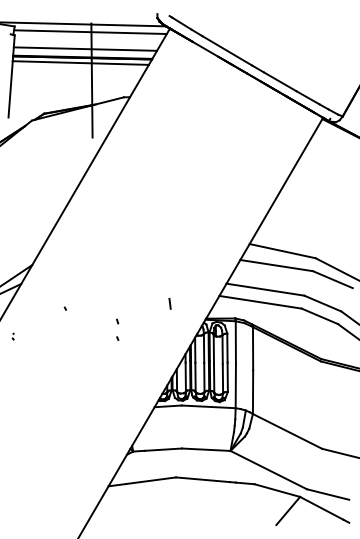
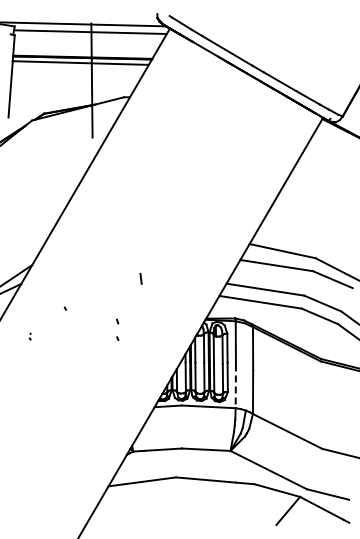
line at (85, 48): present -> none
line at (169, 303) position: (169, 303) -> (140, 278)
part at (12, 336) position: (12, 336) -> (29, 336)
line at (235, 386): solid -> dashed
